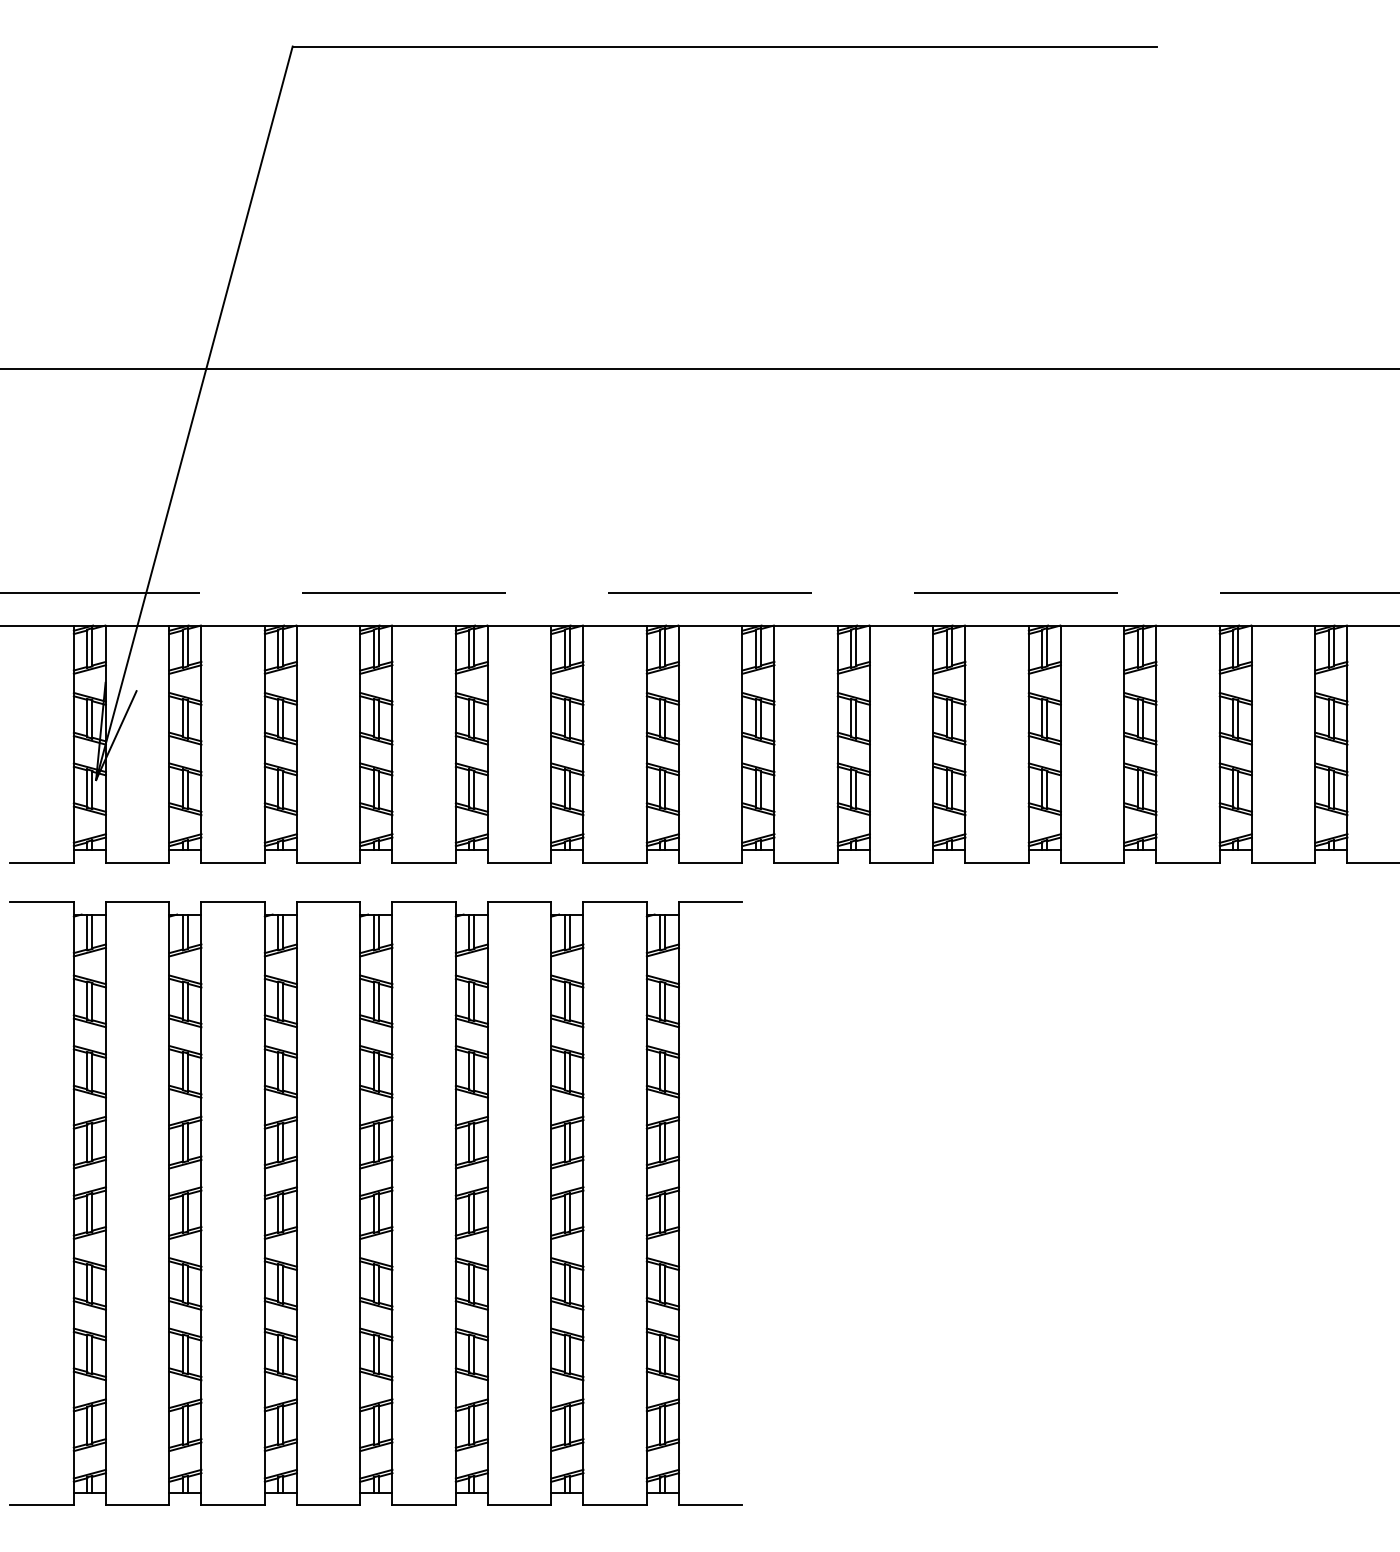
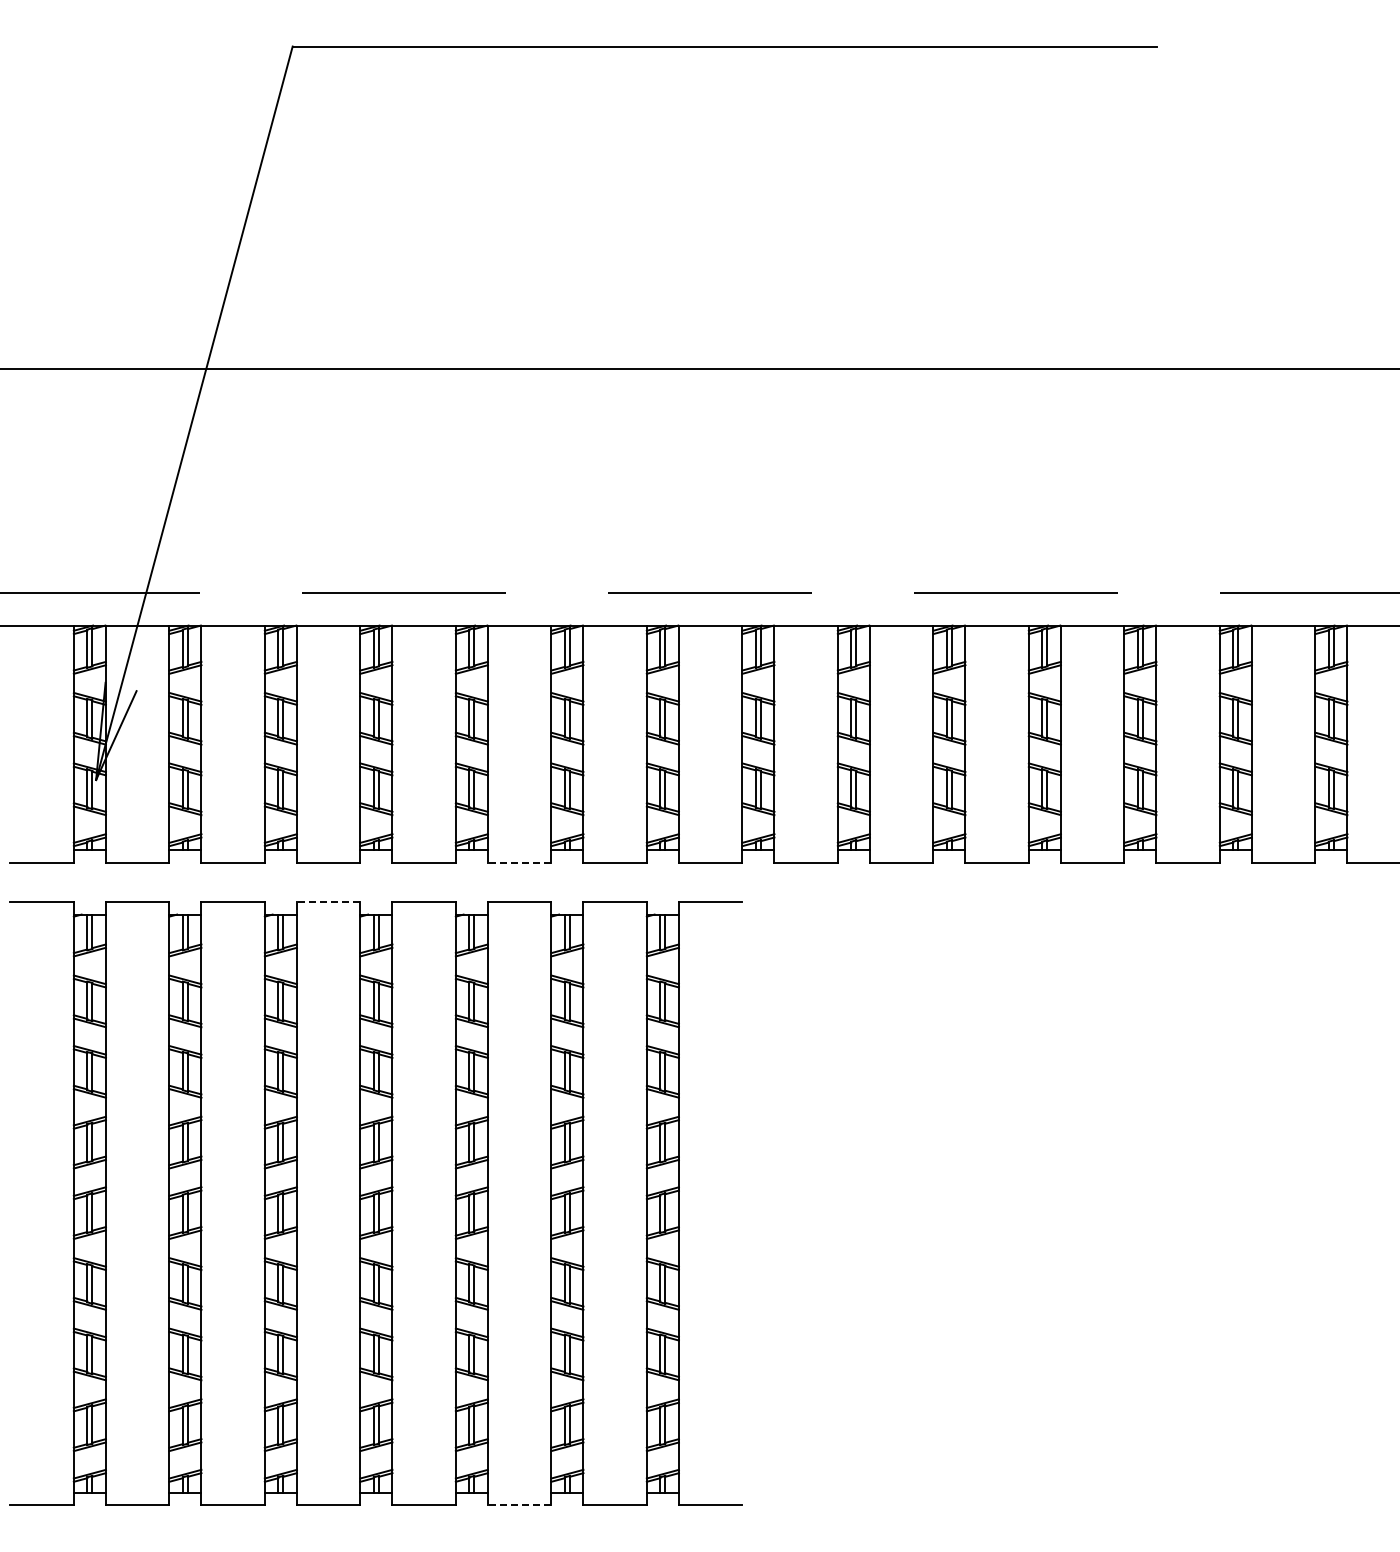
line at (519, 863): solid -> dashed
line at (328, 901): solid -> dashed
line at (519, 1505): solid -> dashed
